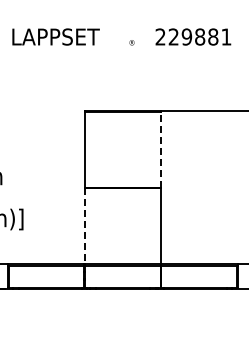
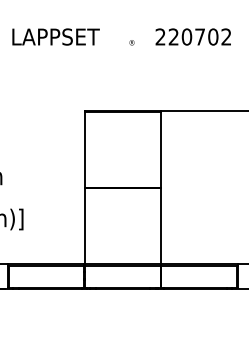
text at (206, 36): 229881 -> 220702
line at (161, 150): dashed -> solid
line at (84, 226): dashed -> solid
